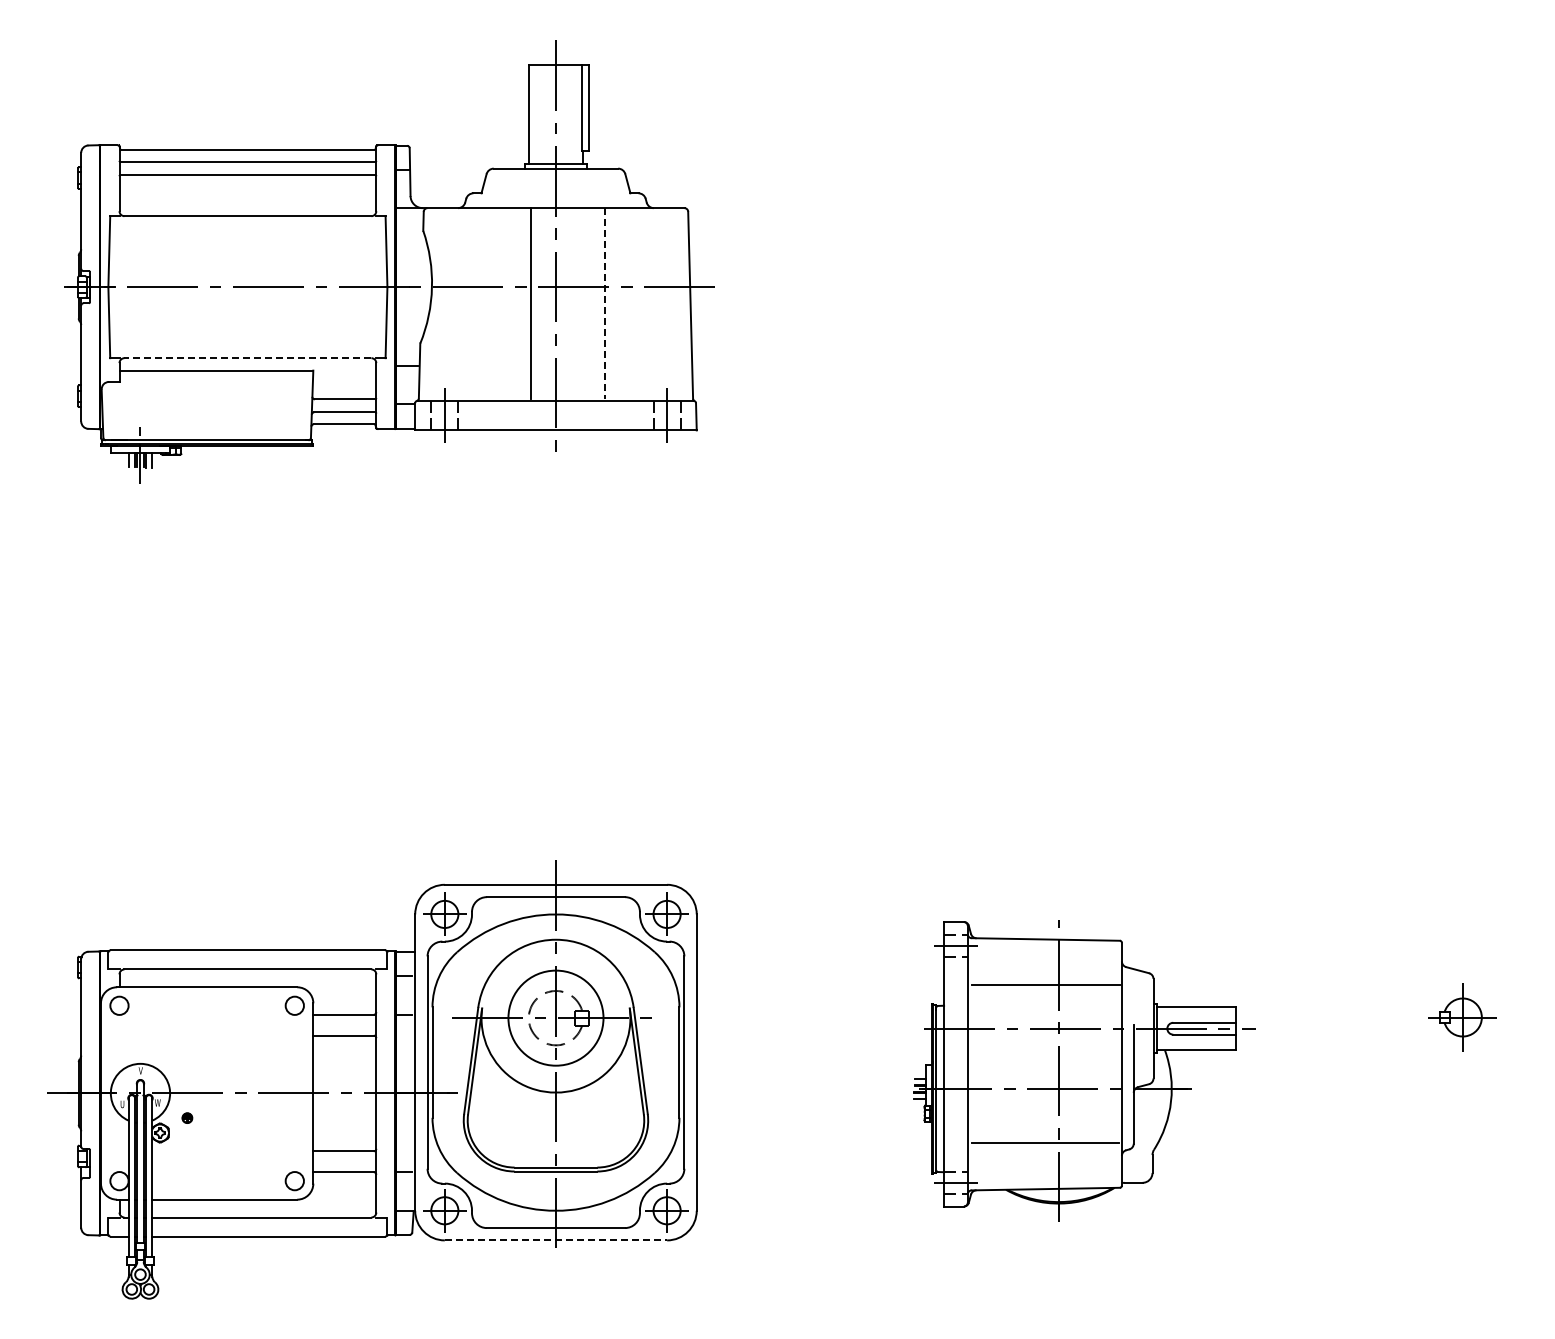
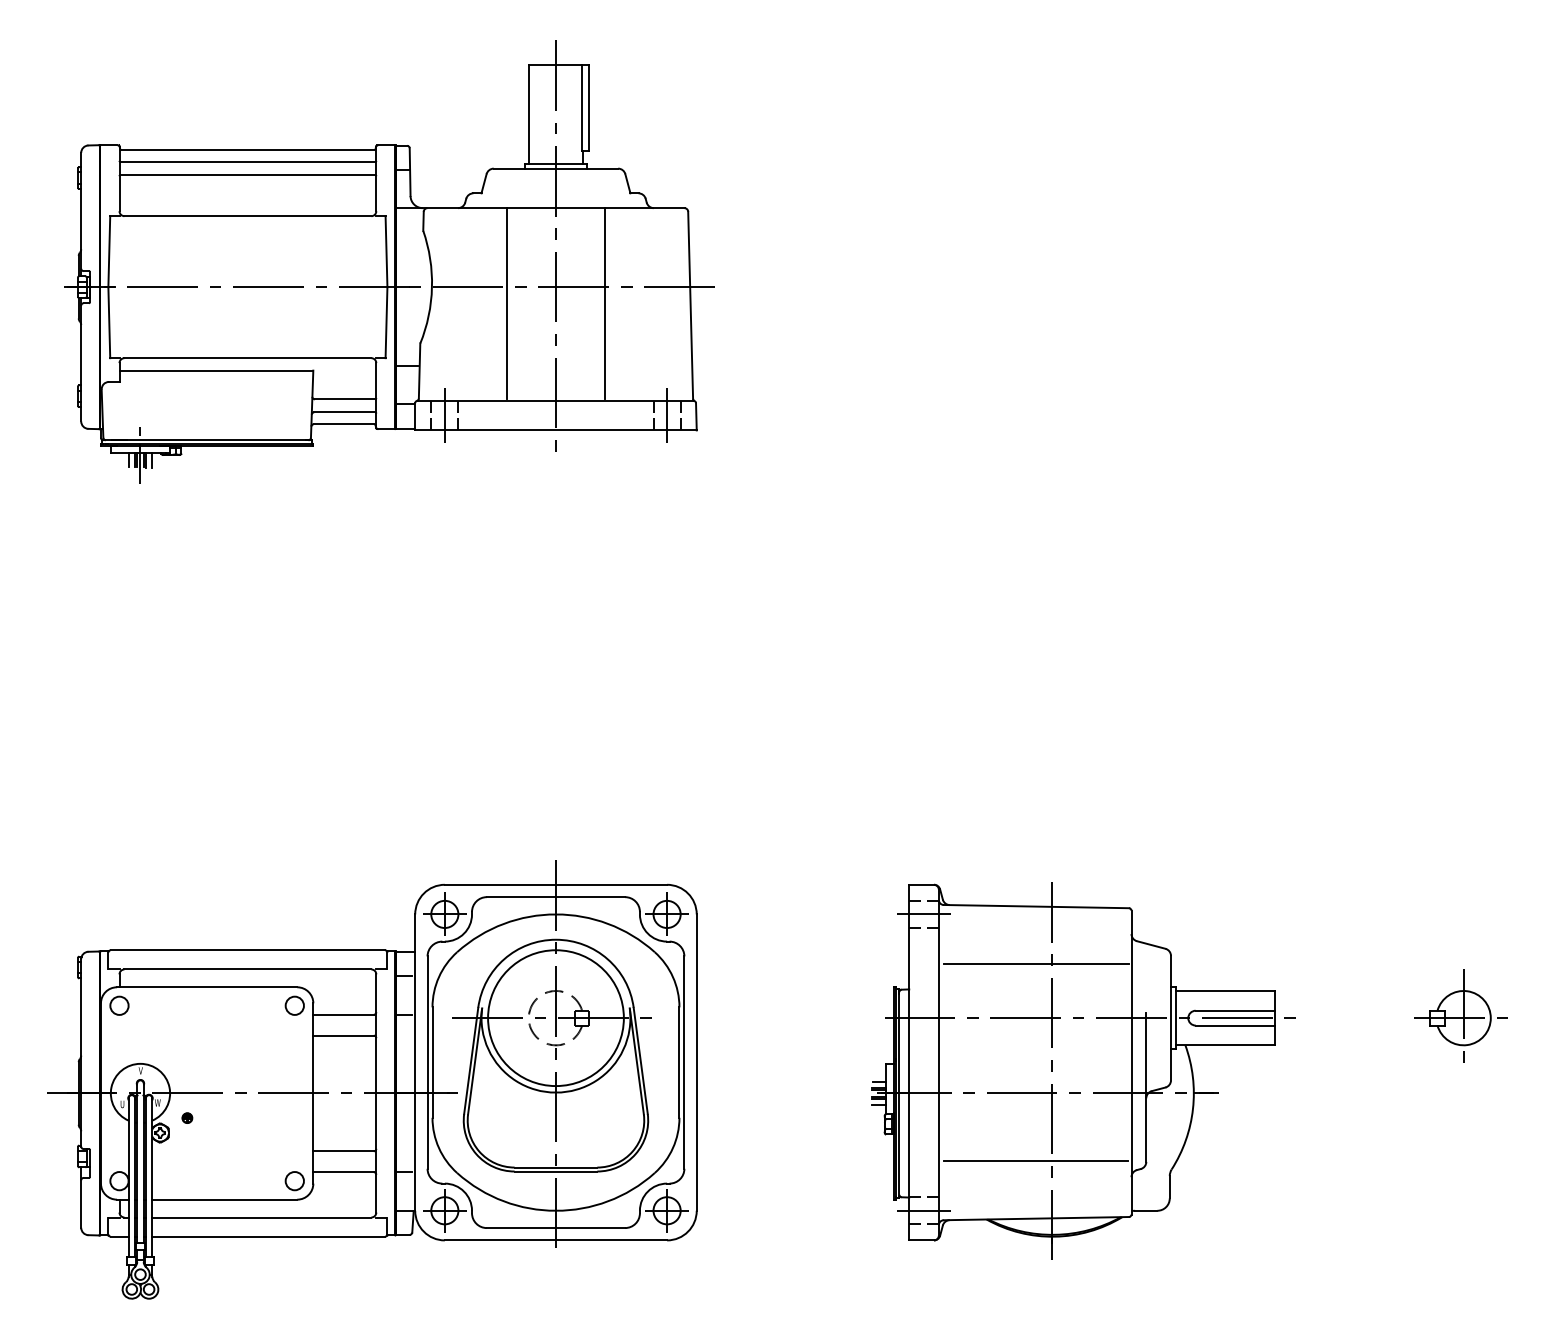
line at (530, 303) position: (530, 303) -> (506, 303)
line at (605, 303): dashed -> solid
line at (247, 358): dashed -> solid
circle at (555, 1017) diameter: 95 px -> 136 px
part at (1462, 1017) size: 69x69 px -> 94x94 px
part at (1084, 1070) size: 343x302 px -> 425x378 px
line at (556, 1240): dashed -> solid
